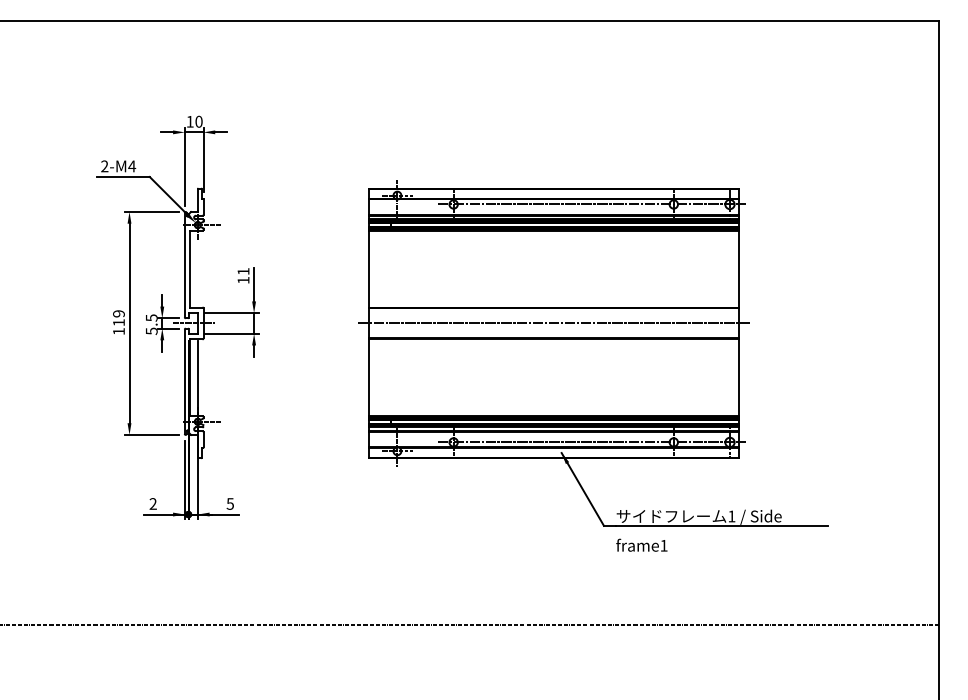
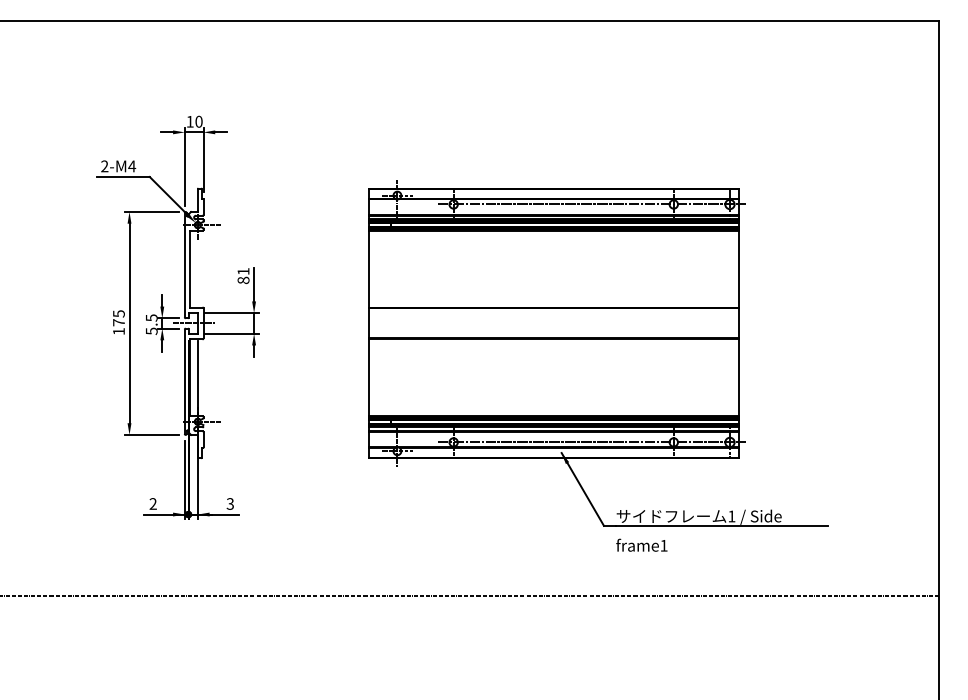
text at (243, 280): 11 -> 81
text at (118, 318): 119 -> 175
line at (554, 323): present -> none
text at (230, 503): 5 -> 3
line at (470, 624) position: (470, 624) -> (470, 595)
